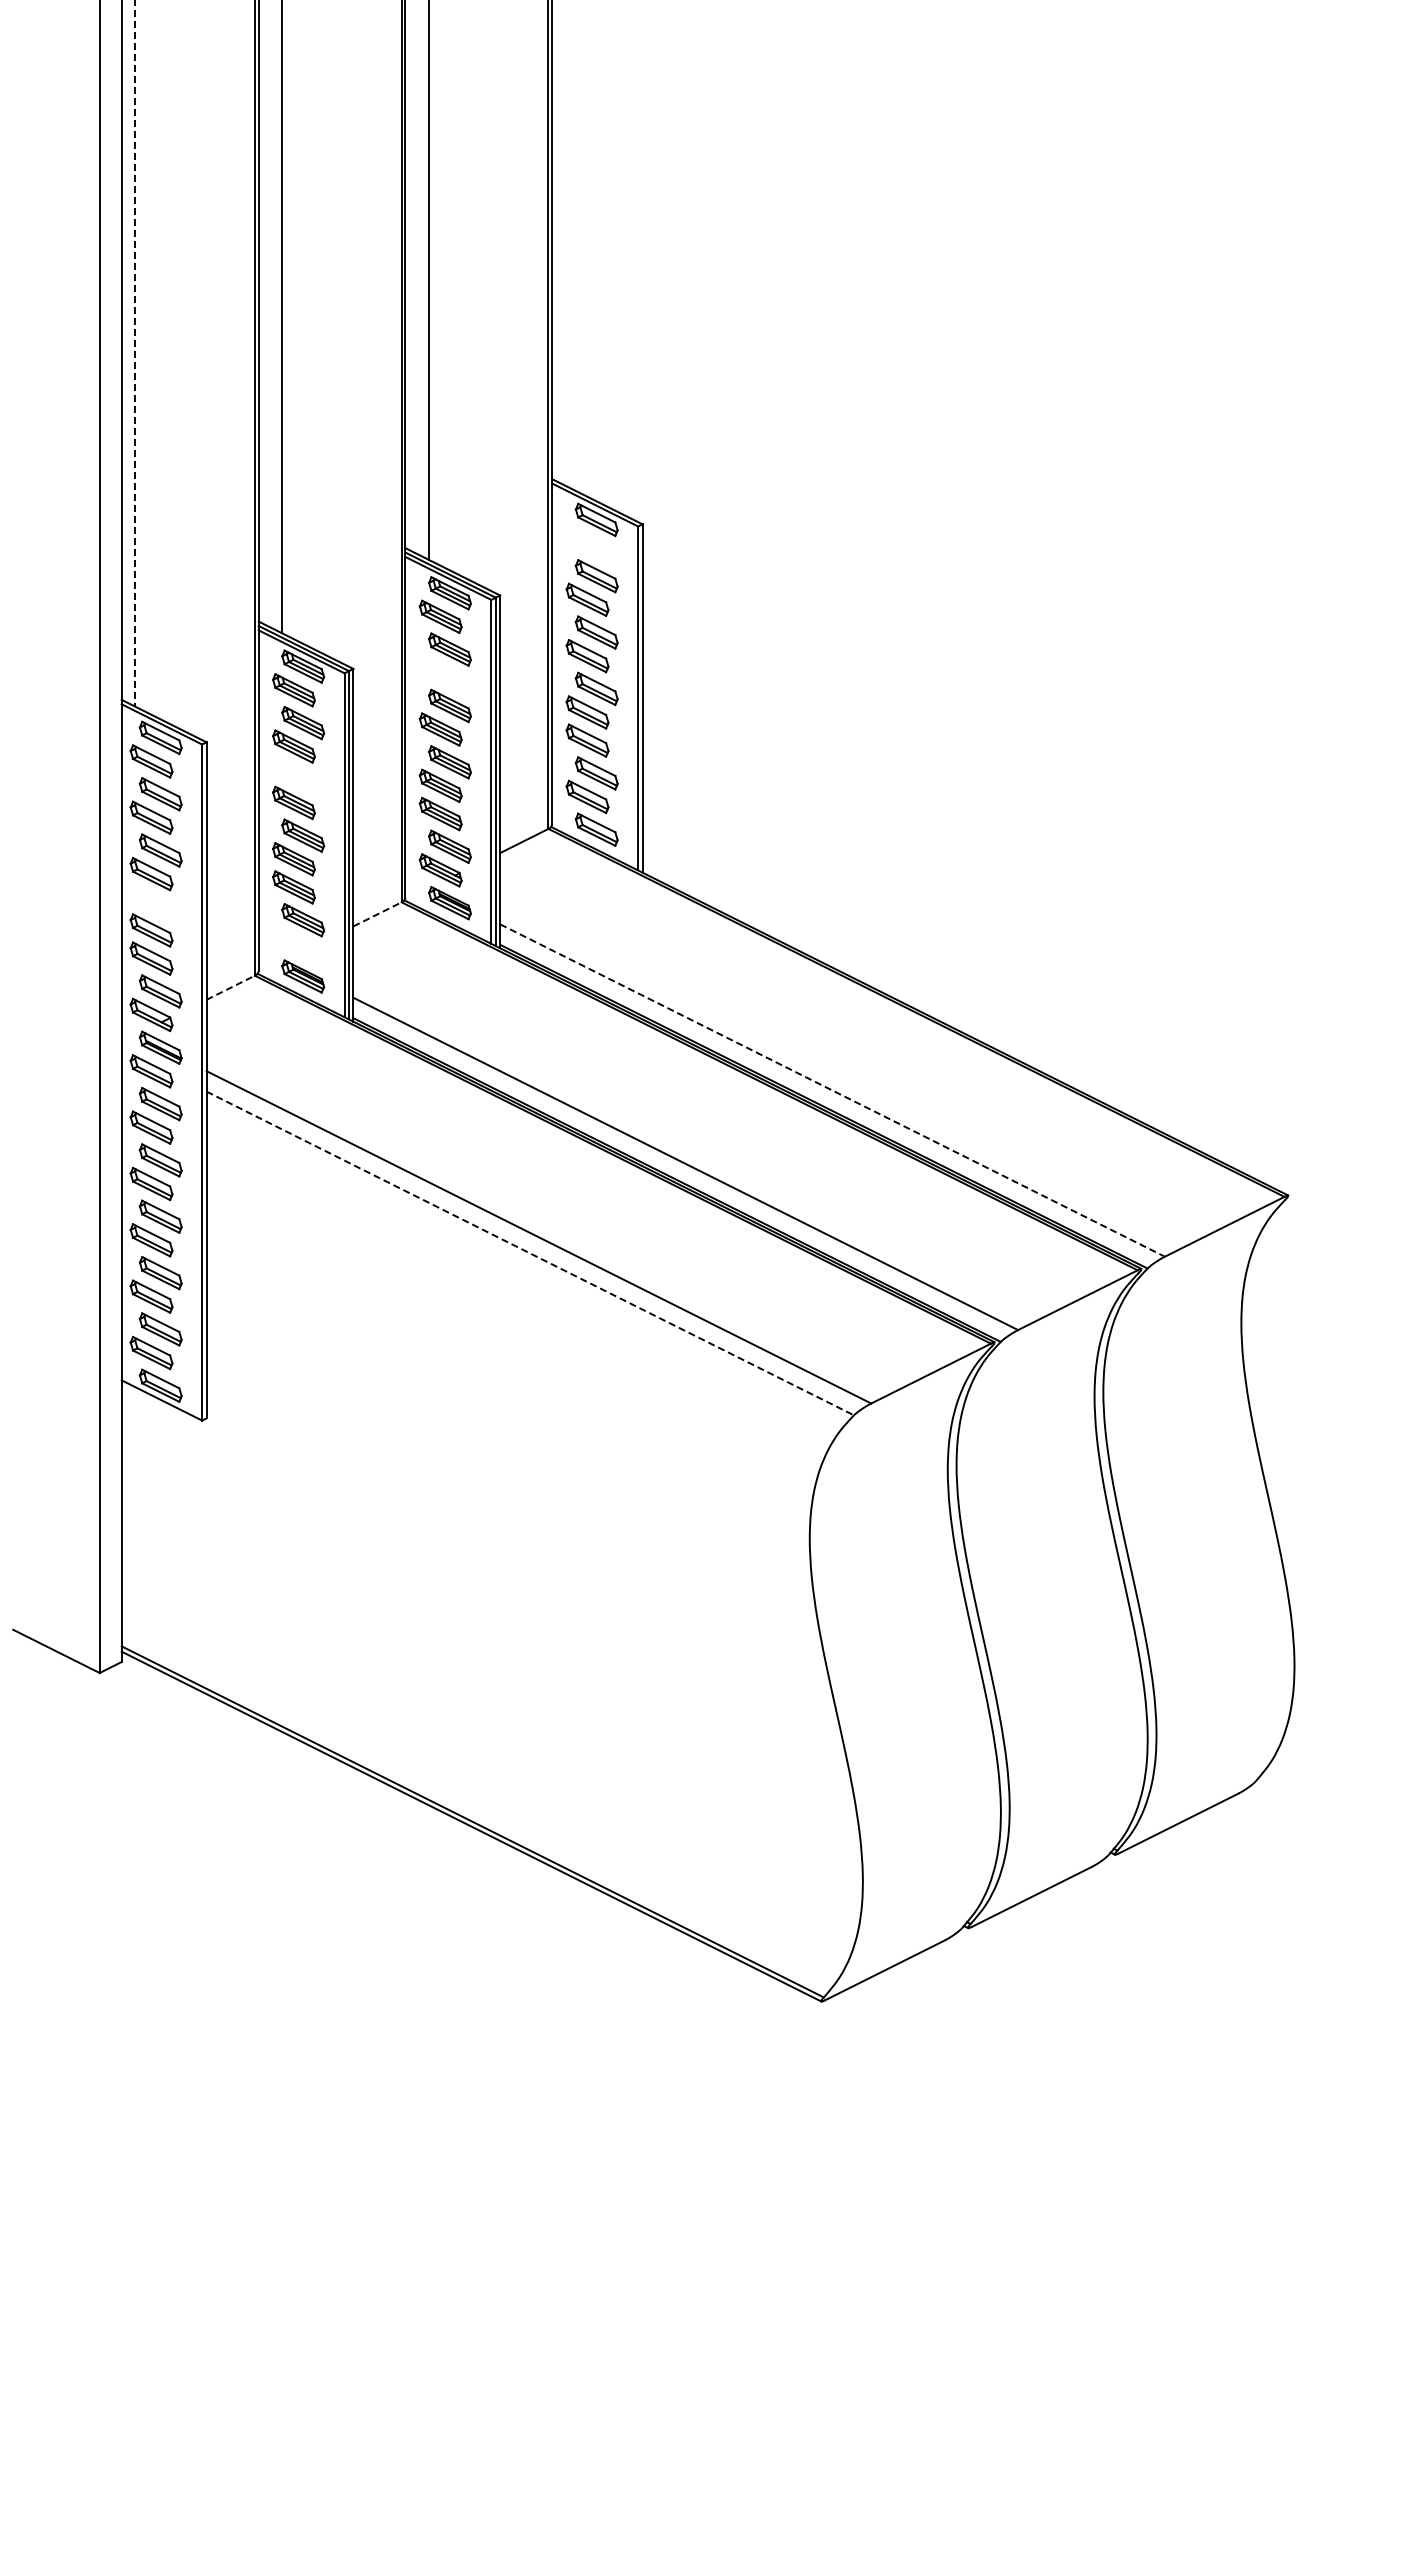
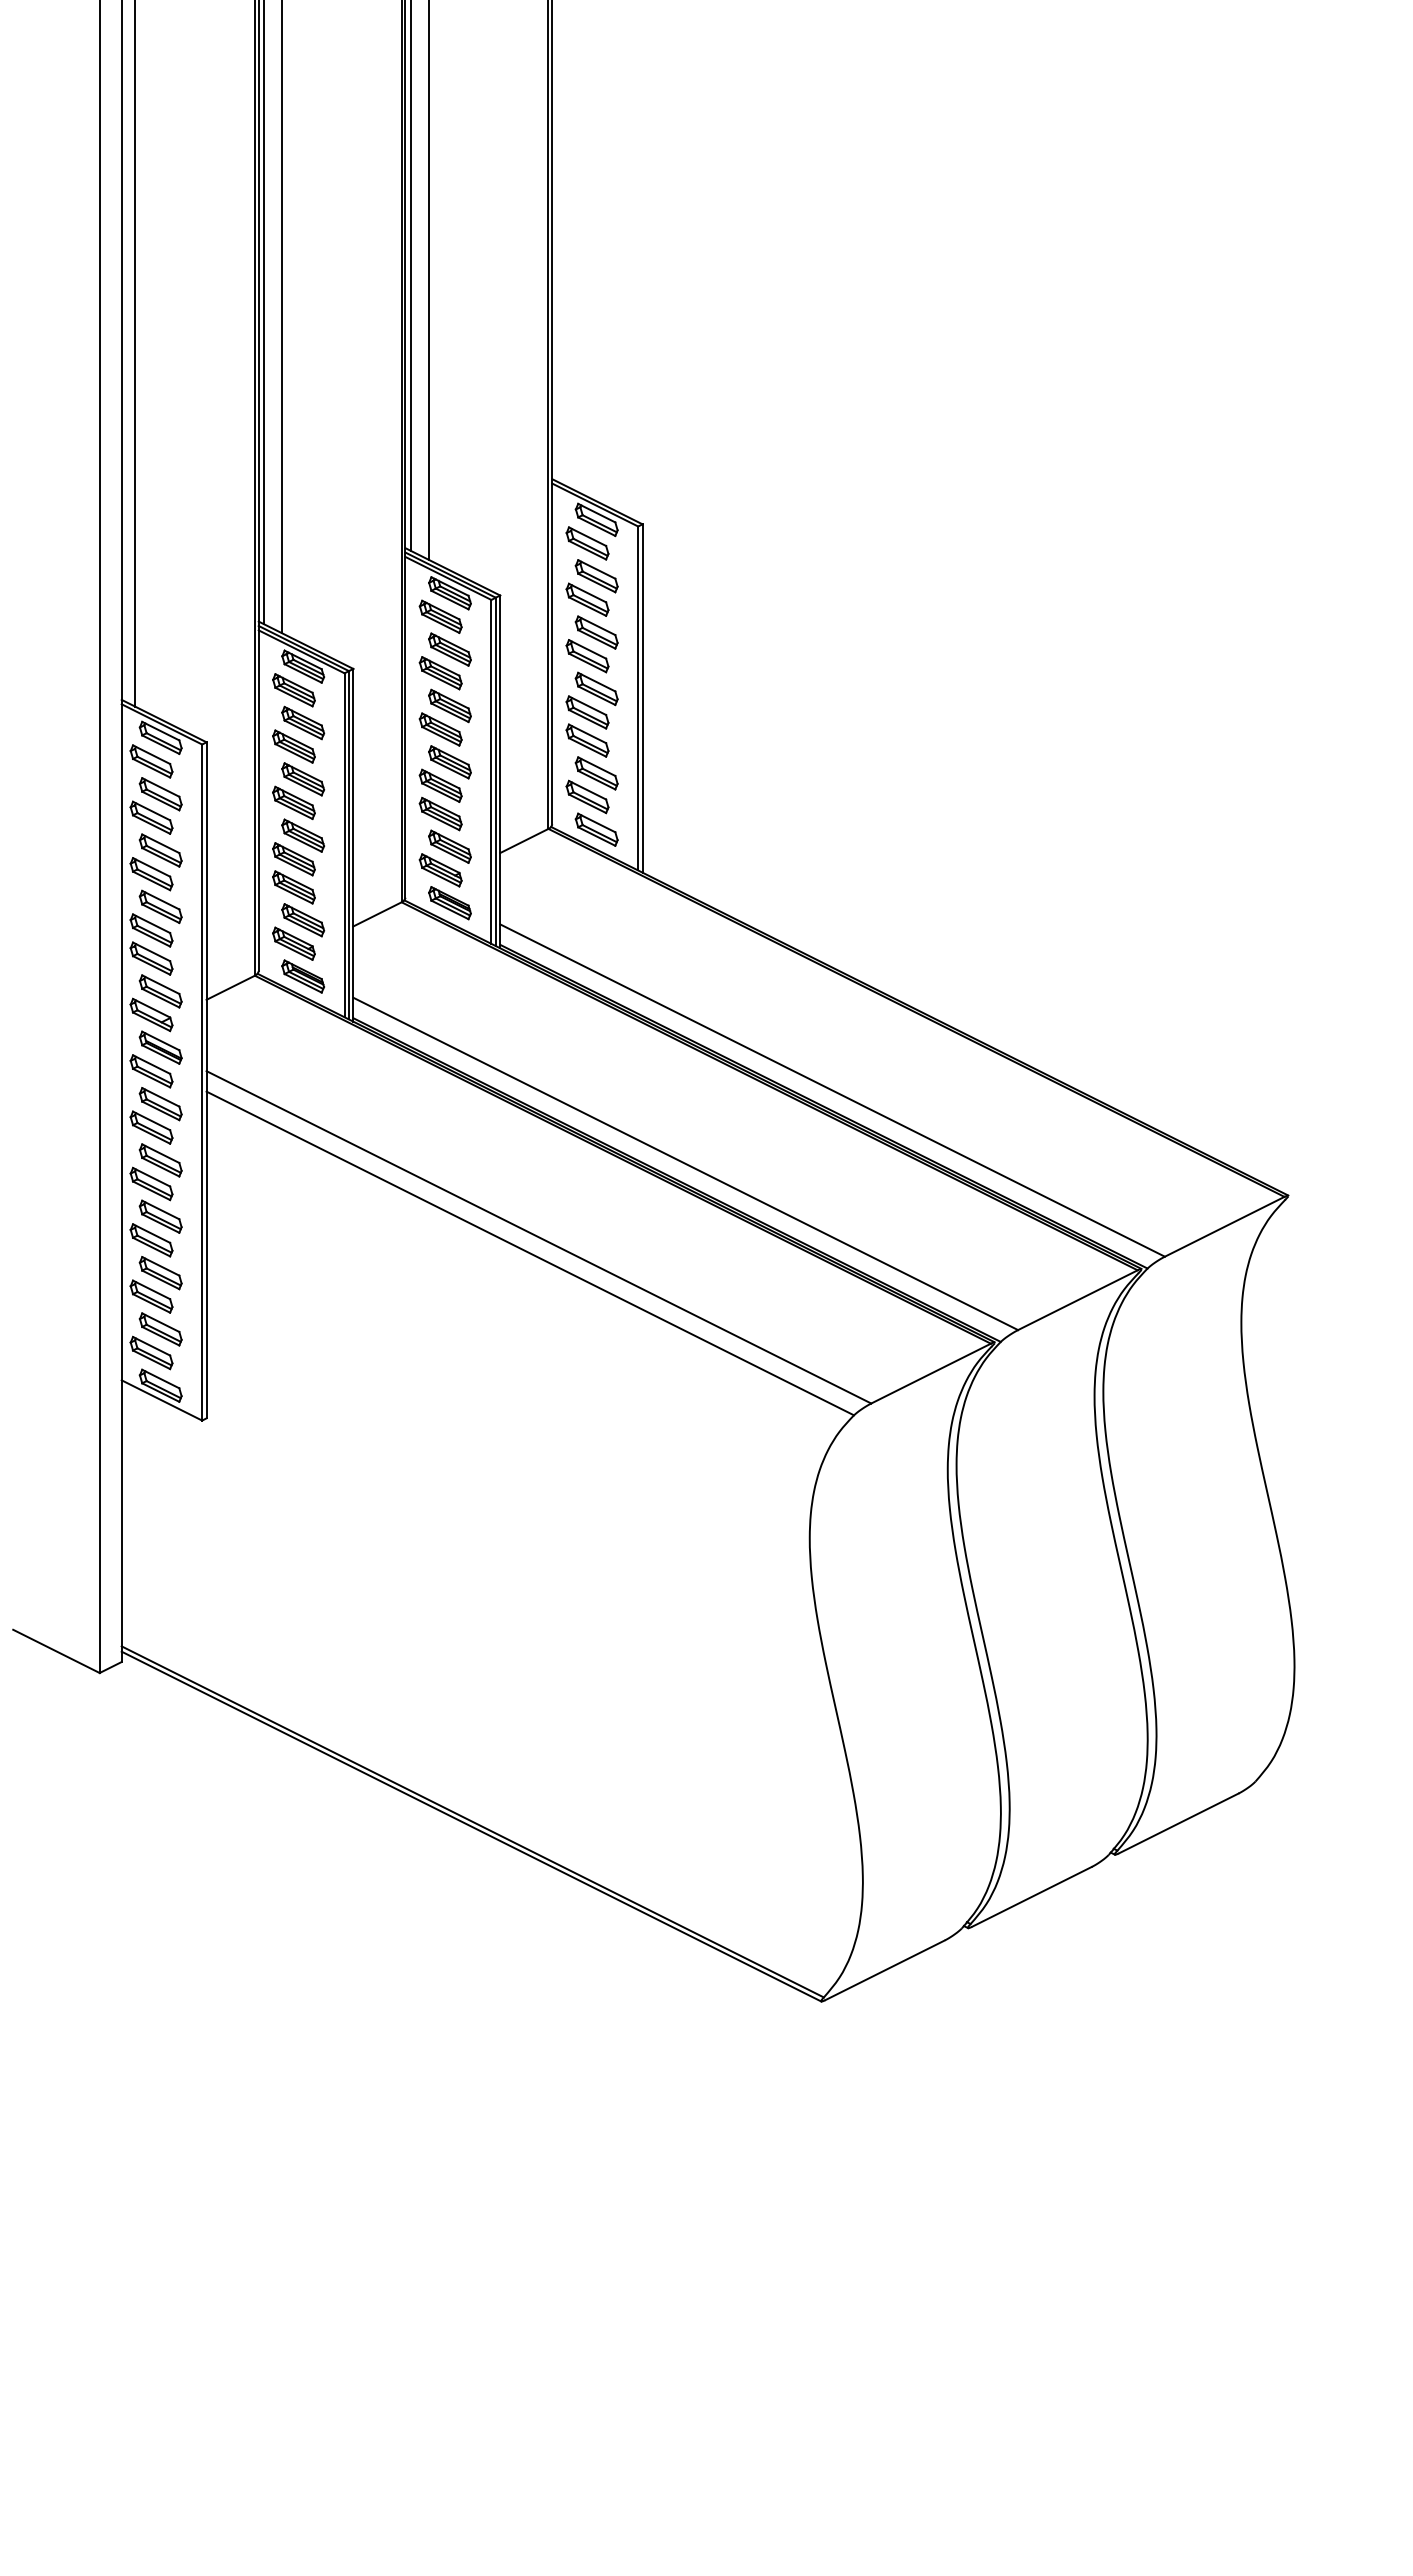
line at (410, 276): none -> present
line at (263, 313): none -> present
line at (135, 353): dashed -> solid
part at (587, 543): none -> present
part at (440, 673): none -> present
part at (303, 779): none -> present
part at (160, 906): none -> present
line at (377, 914): dashed -> solid
part at (293, 943): none -> present
line at (231, 987): dashed -> solid
line at (832, 1090): dashed -> solid
line at (530, 1253): dashed -> solid
